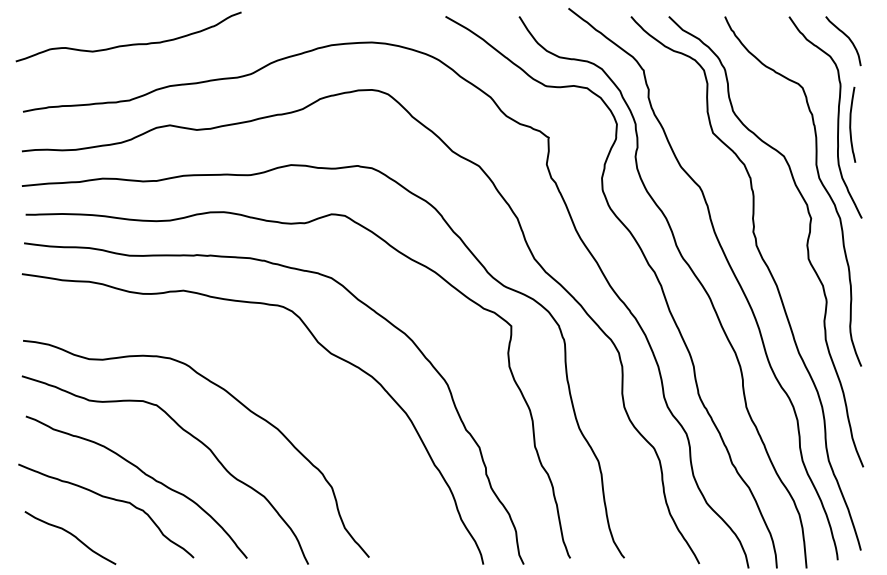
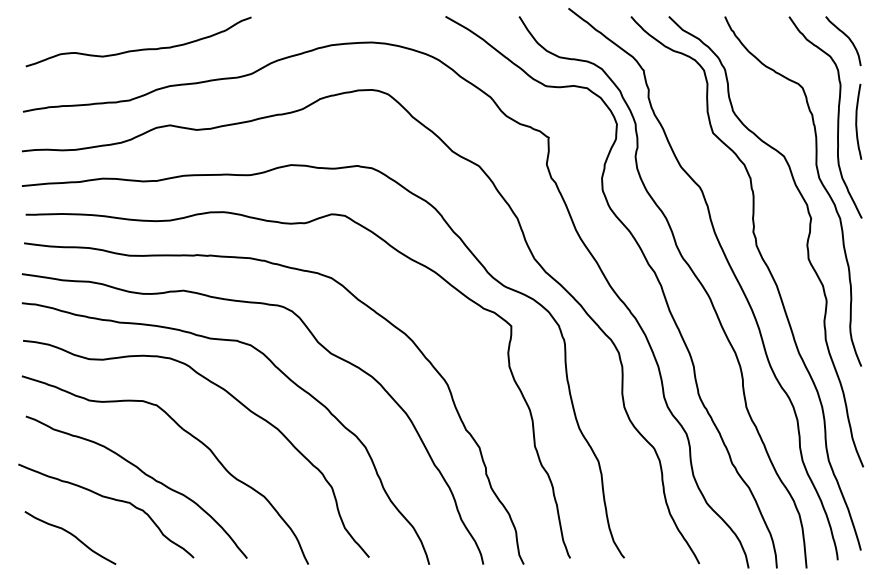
curve at (128, 44) position: (128, 44) -> (138, 49)
curve at (851, 124) position: (851, 124) -> (857, 121)
curve at (280, 372): none -> present
